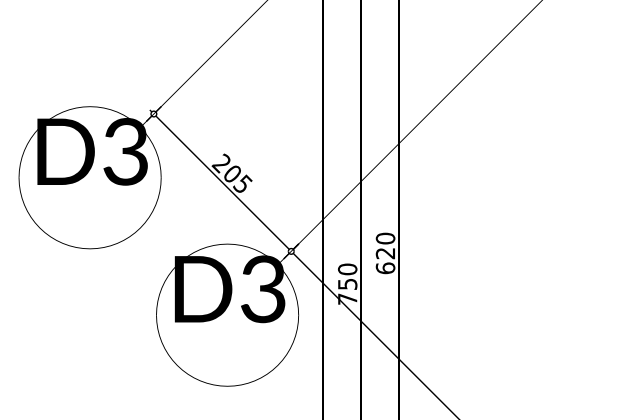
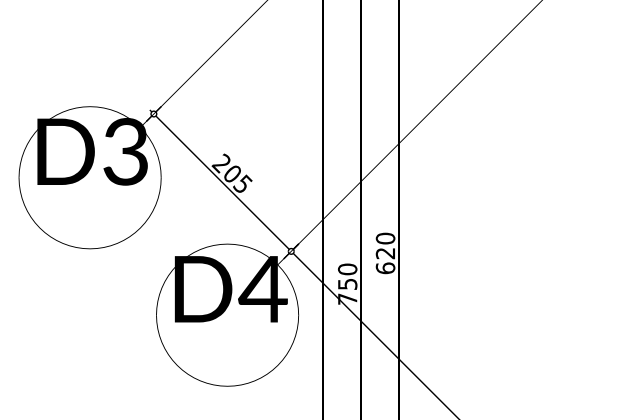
text at (262, 289): D3 -> D4
